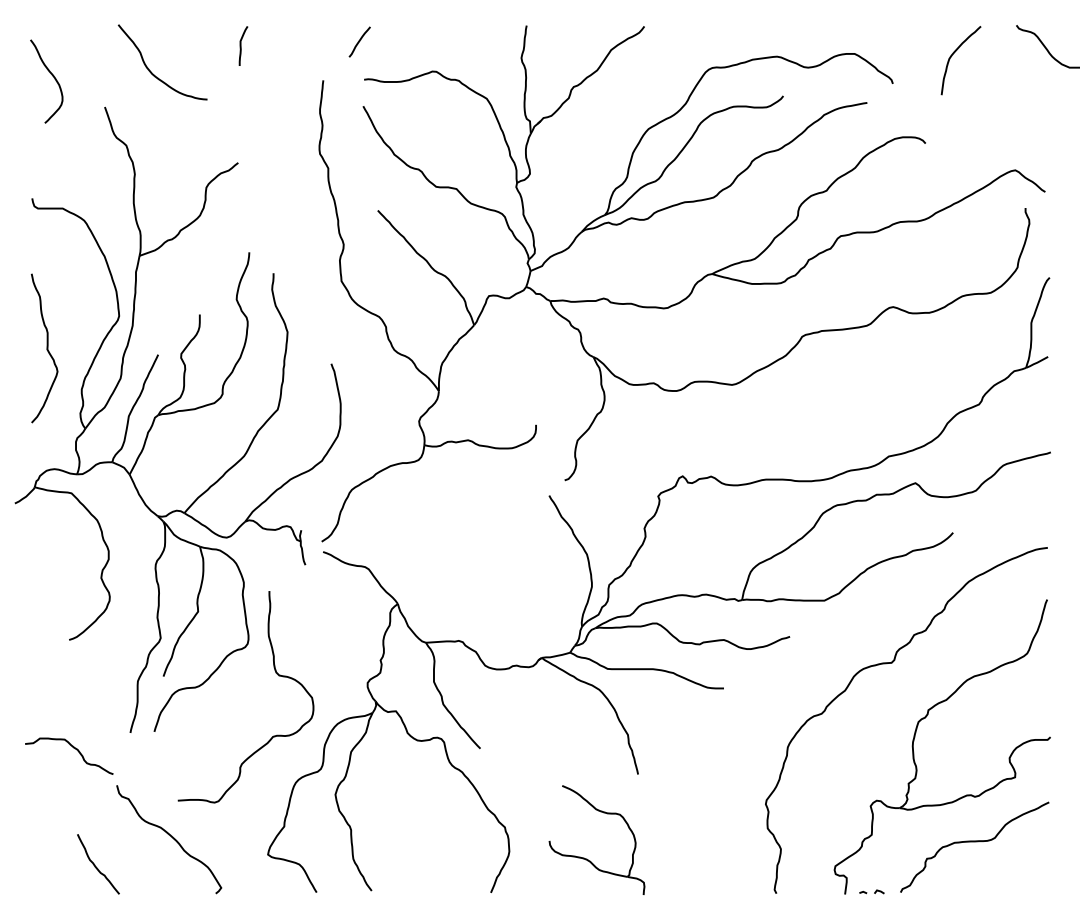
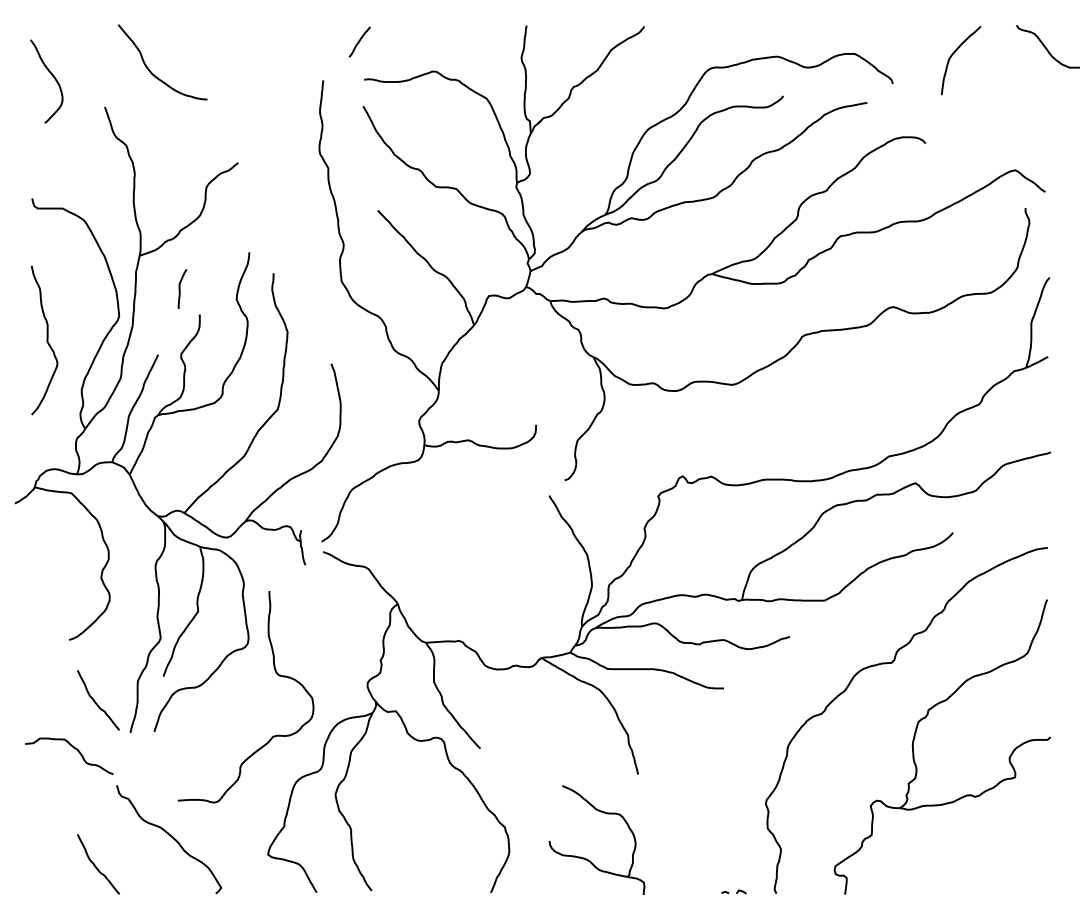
curve at (241, 45) position: (241, 45) -> (180, 288)
curve at (46, 348) position: (46, 348) -> (46, 340)
curve at (96, 702): none -> present
curve at (974, 842): present -> none
part at (871, 891) position: (871, 891) -> (733, 891)
